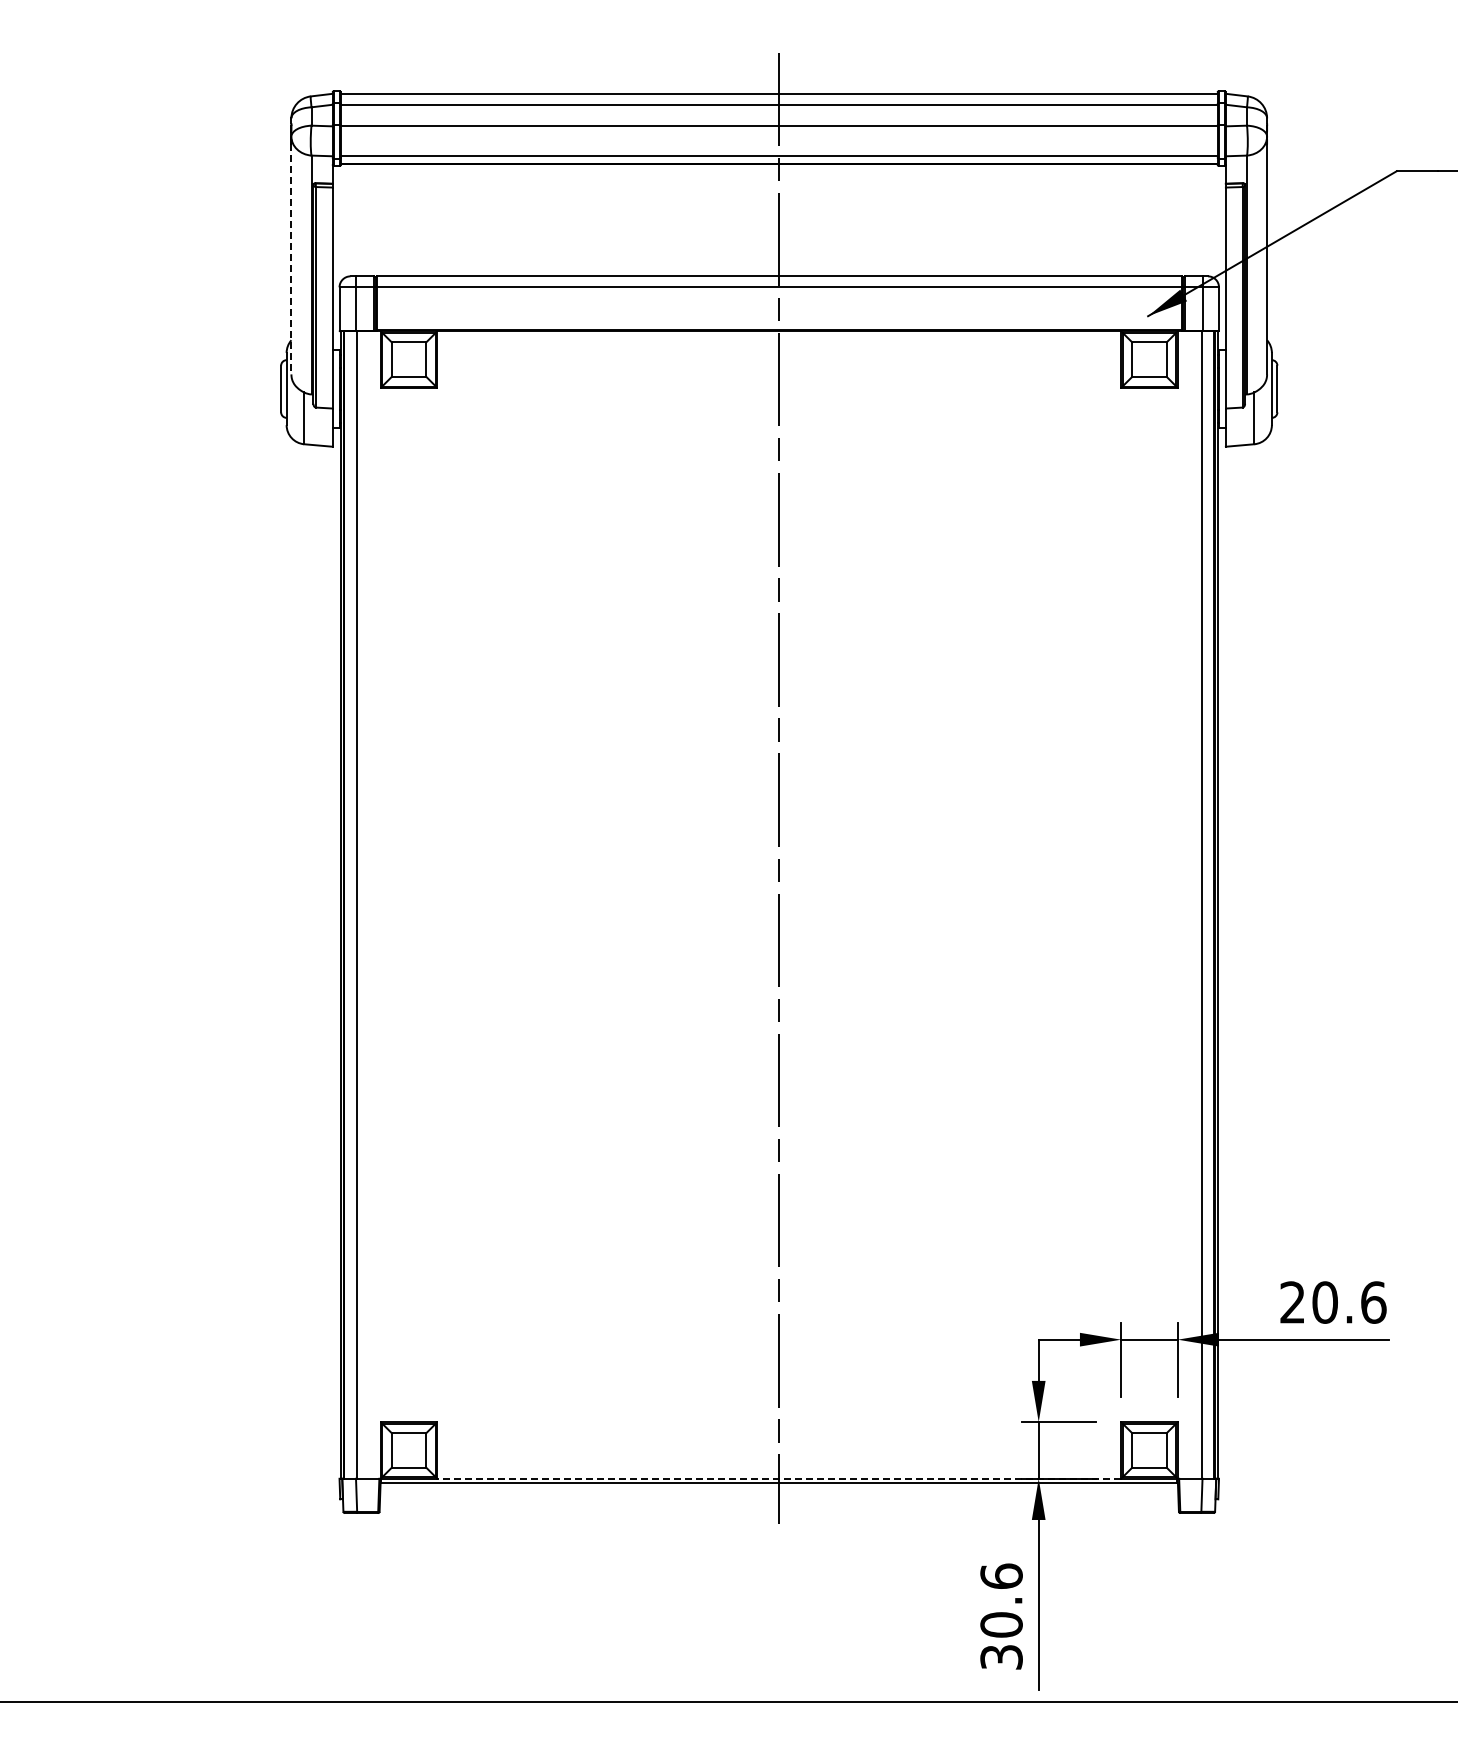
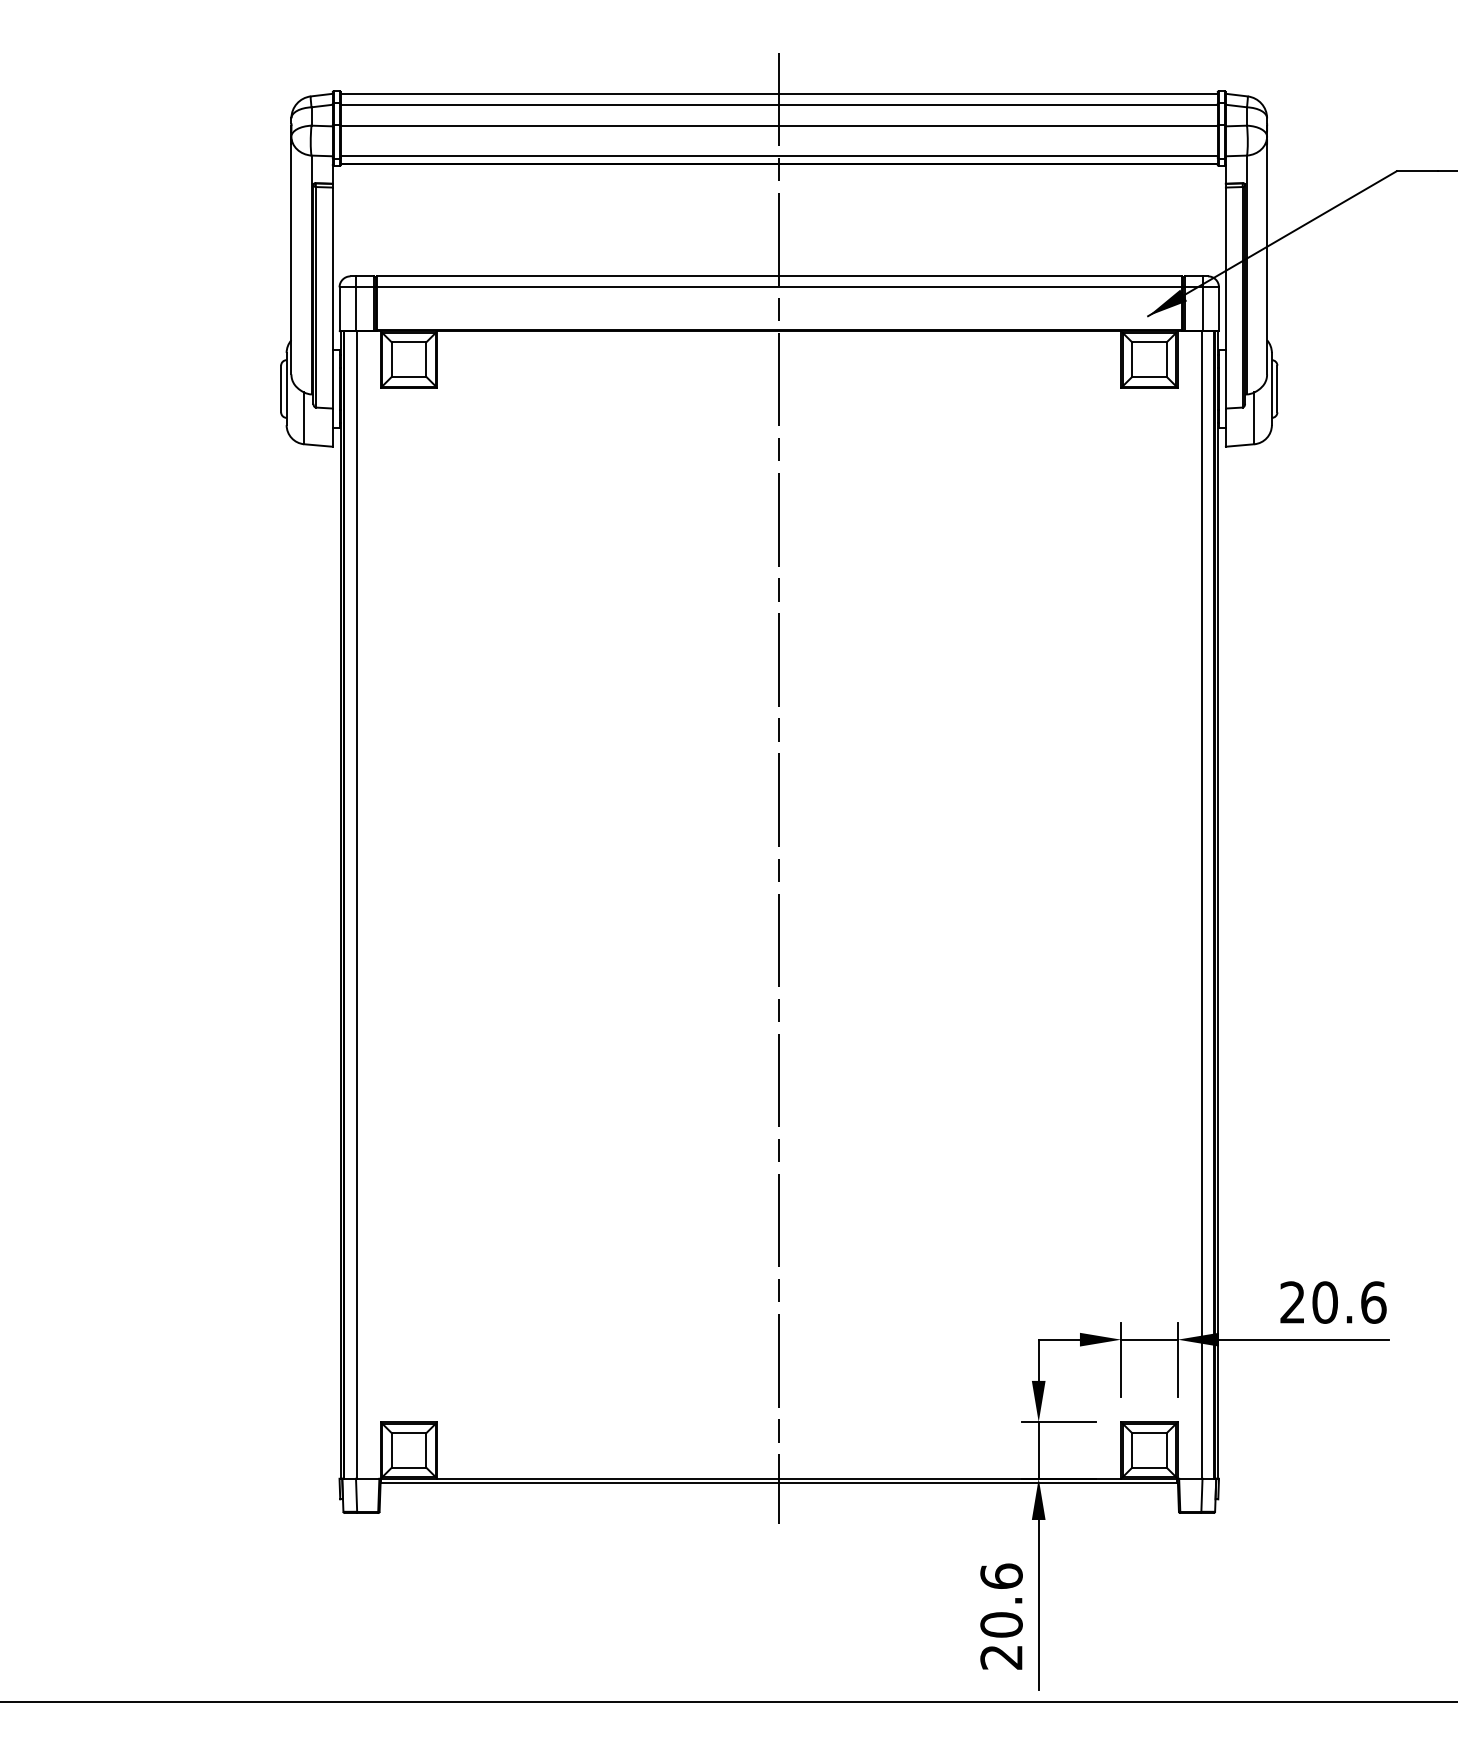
line at (291, 259): dashed -> solid
line at (779, 1478): dashed -> solid
text at (1001, 1657): 30.6 -> 20.6
